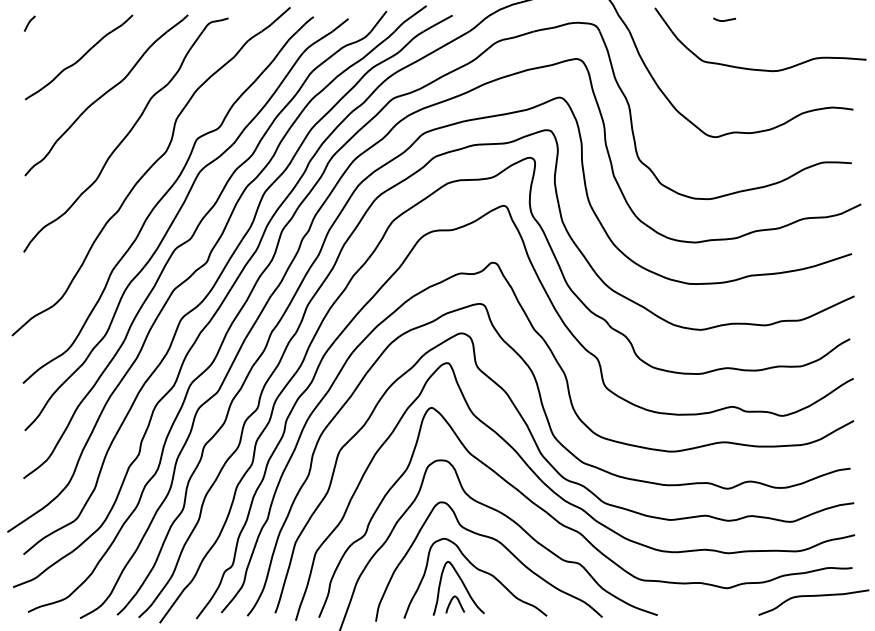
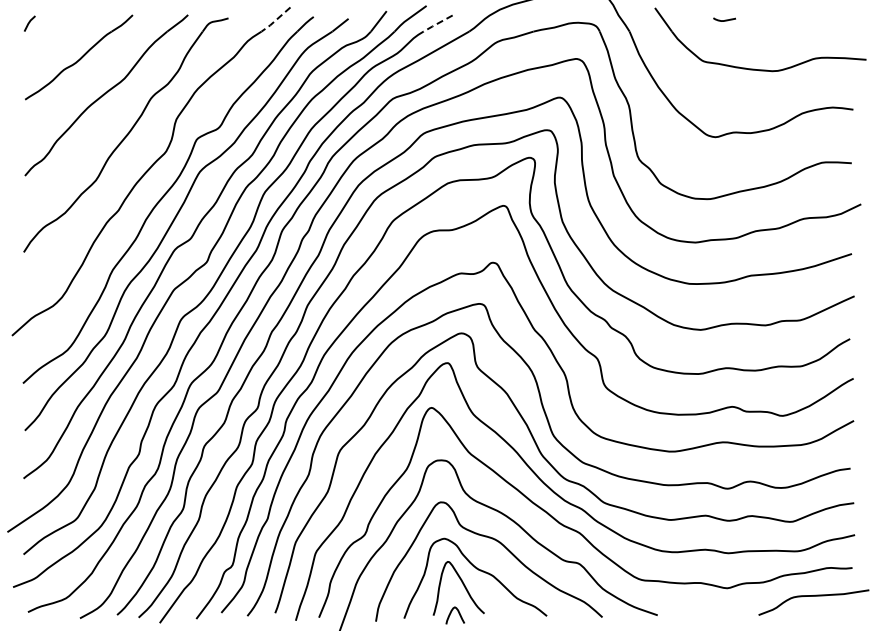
line at (275, 20): solid -> dashed
line at (437, 23): solid -> dashed
curve at (458, 602) position: (458, 602) -> (458, 613)
